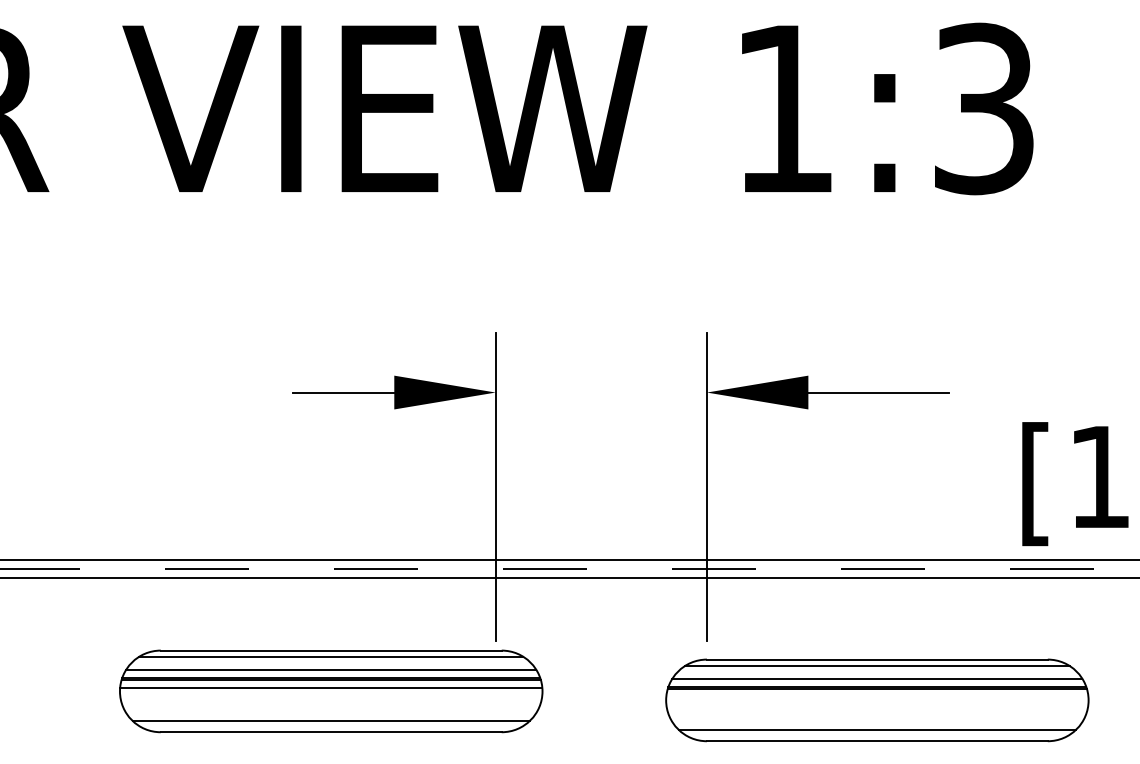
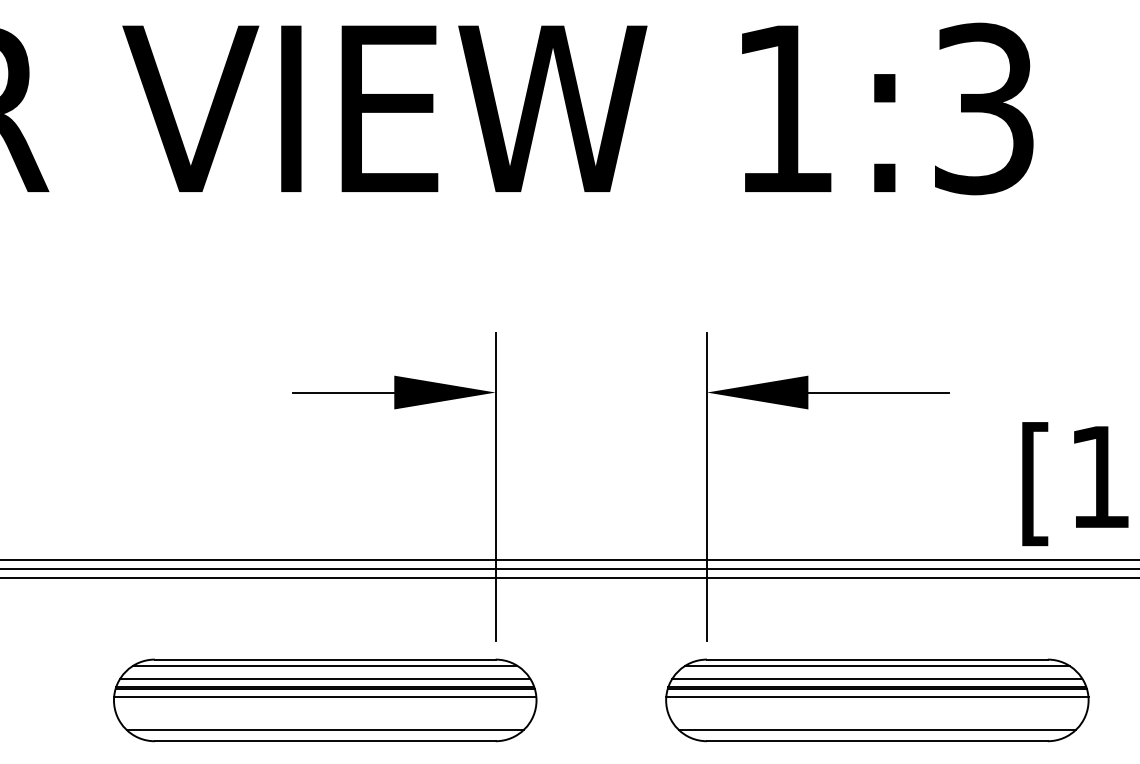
line at (569, 568): dashed -> solid
part at (331, 691) position: (331, 691) -> (325, 700)
line at (877, 697): none -> present
